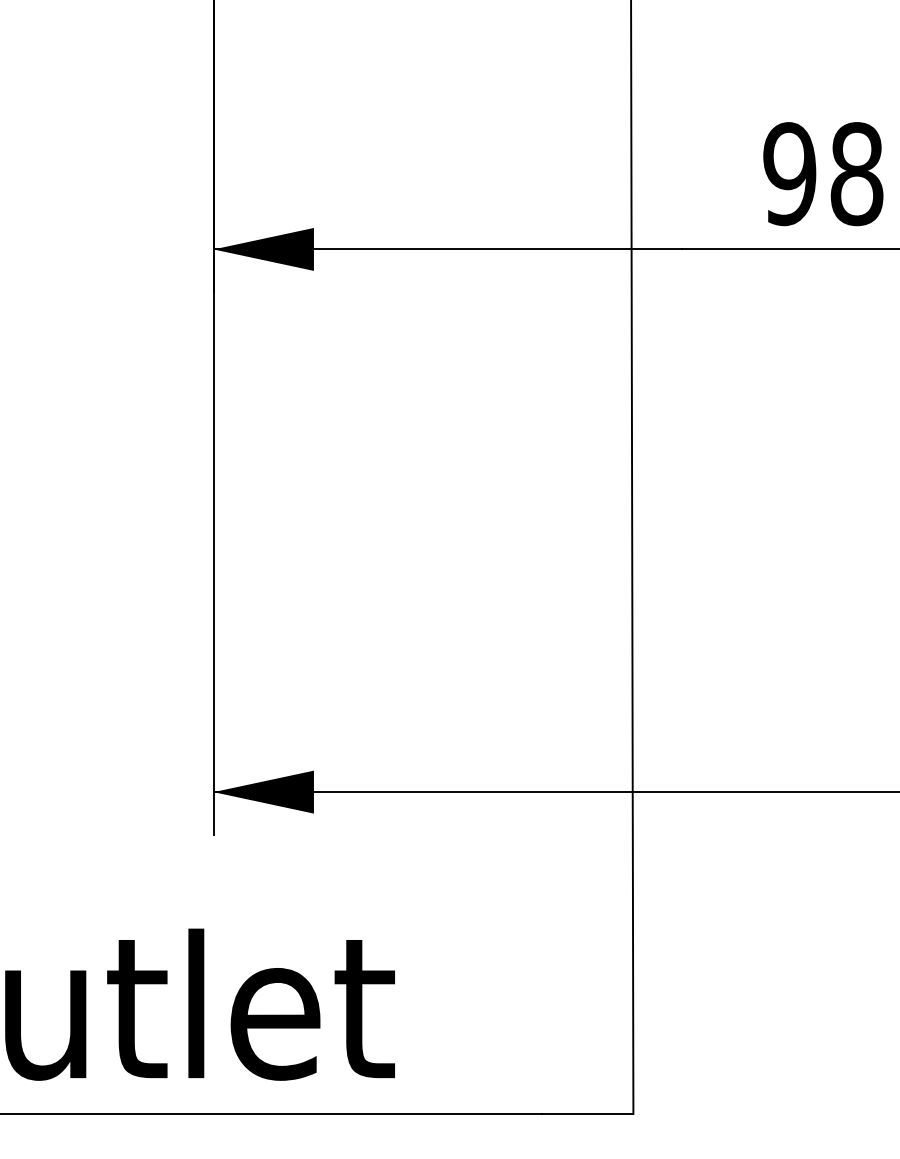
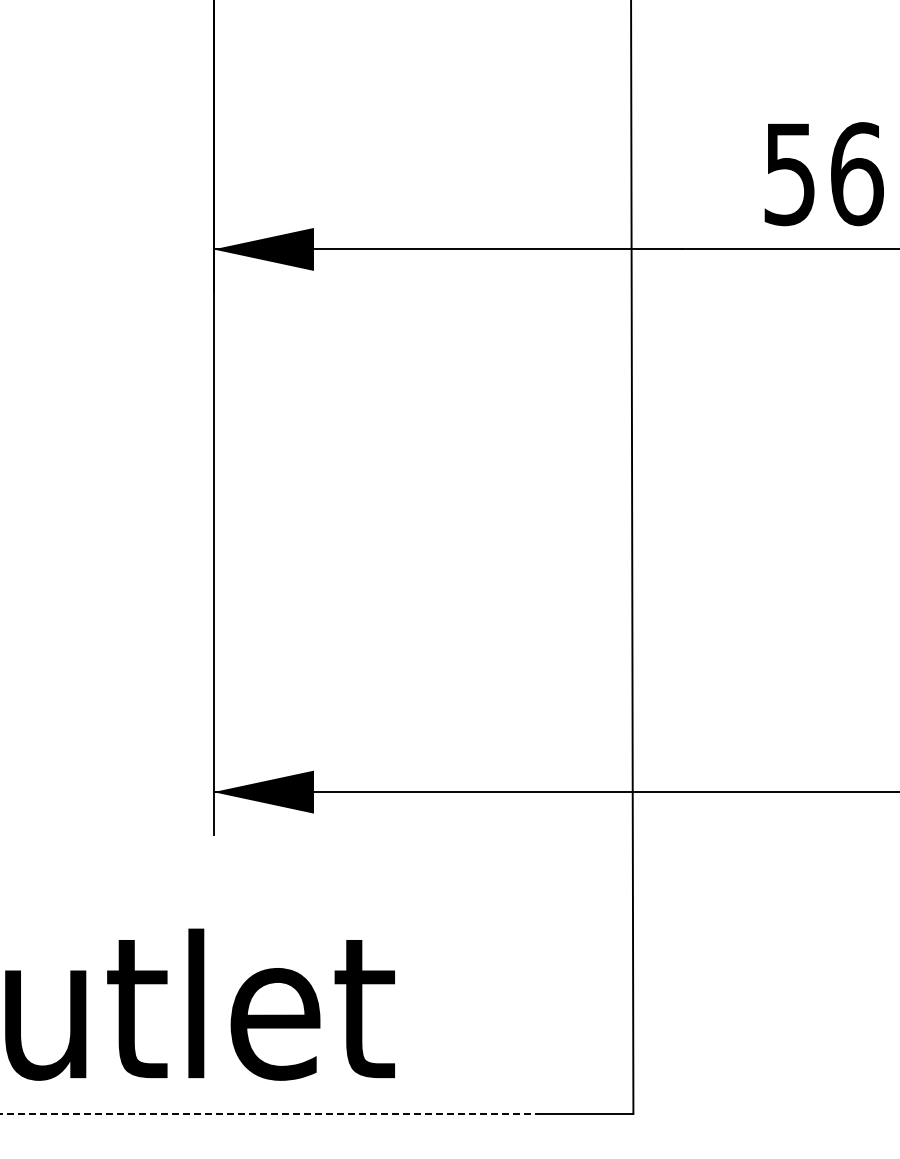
text at (823, 174): 98 -> 56
line at (271, 1113): solid -> dashed
